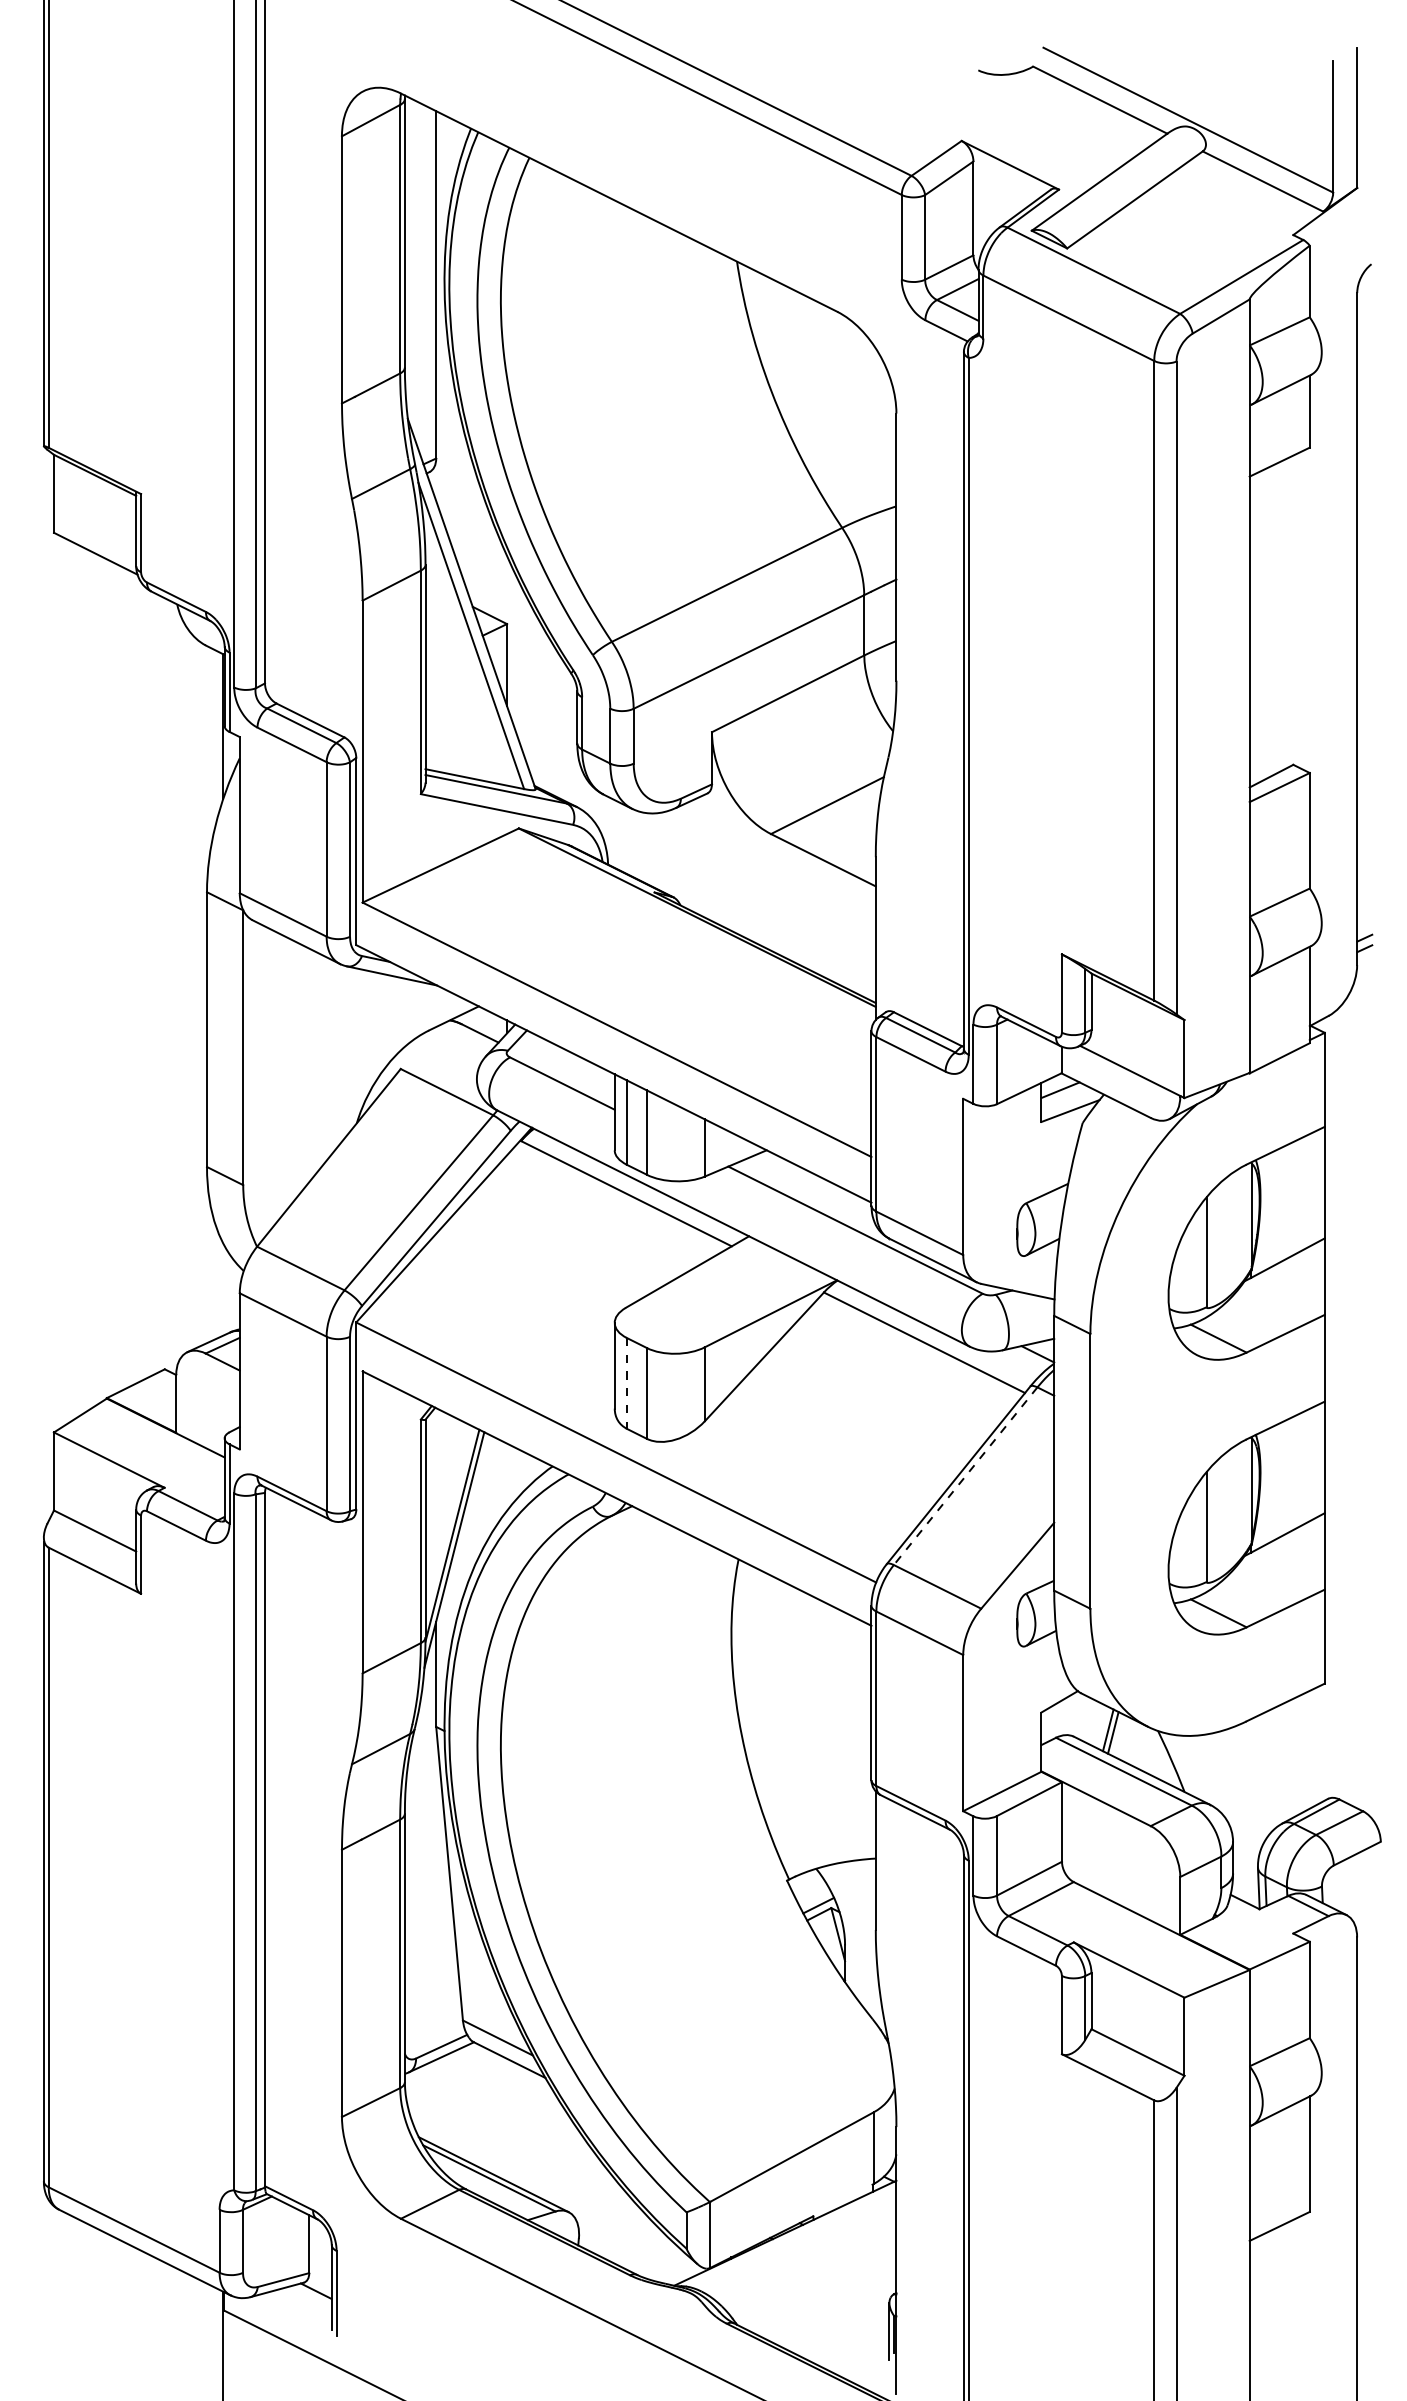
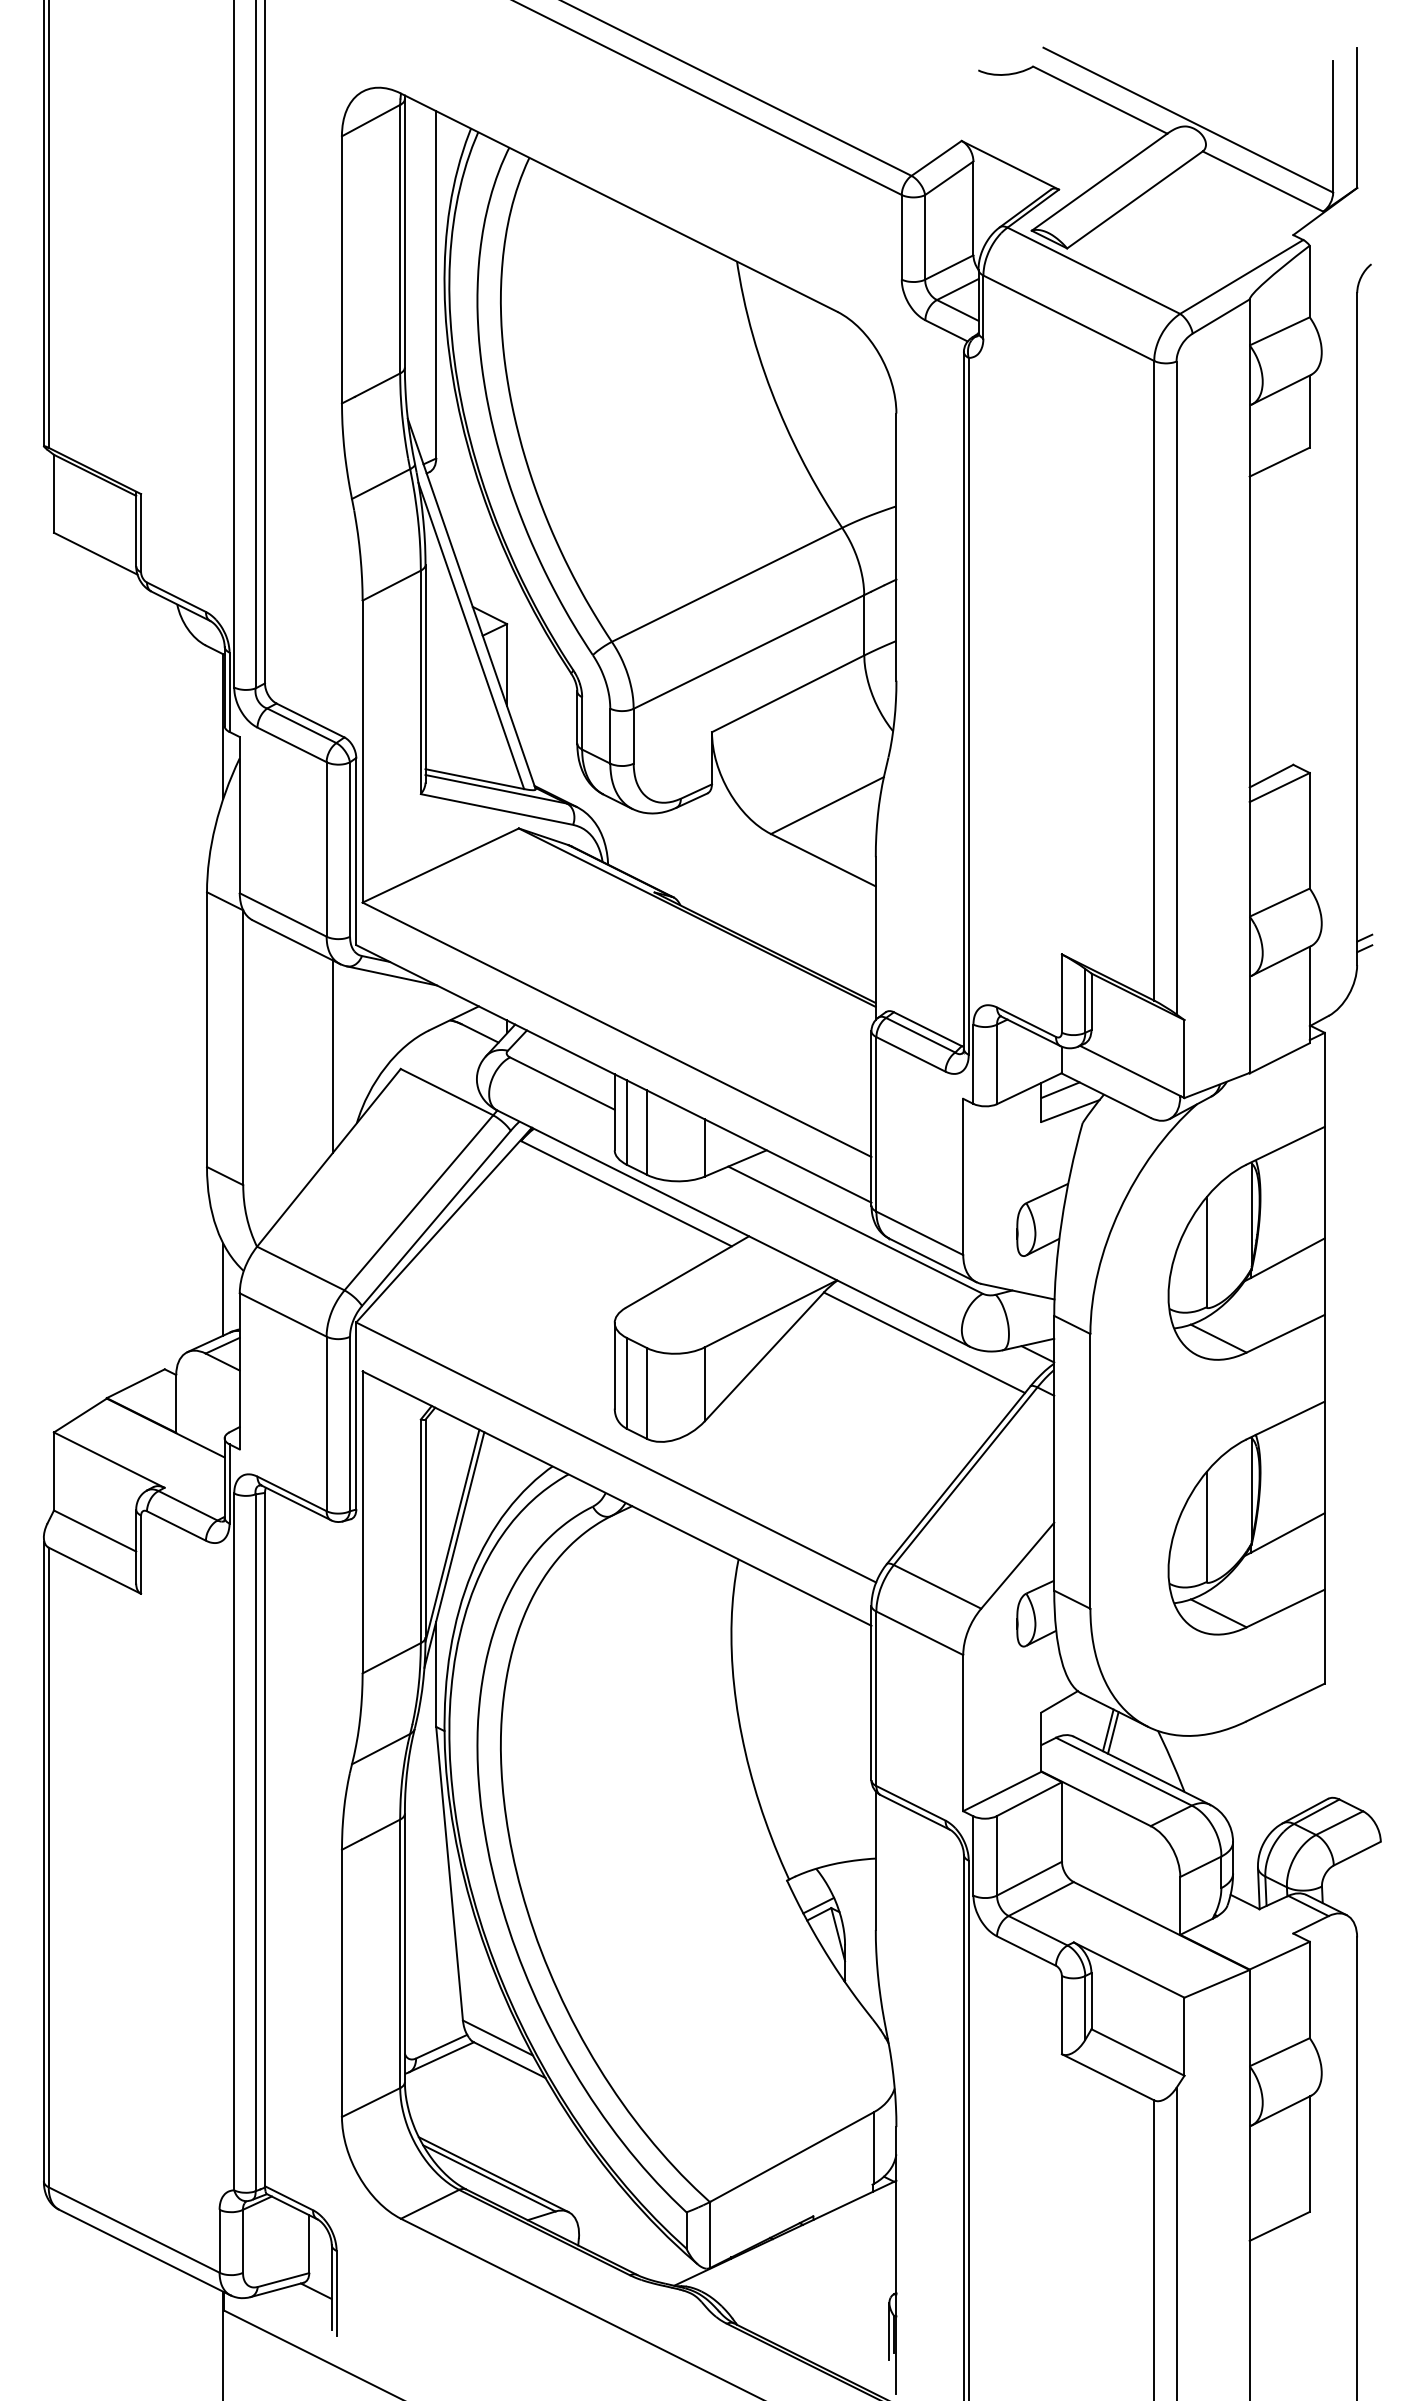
line at (332, 1056): none -> present
line at (223, 1289): none -> present
line at (626, 1383): dashed -> solid
line at (965, 1476): dashed -> solid
